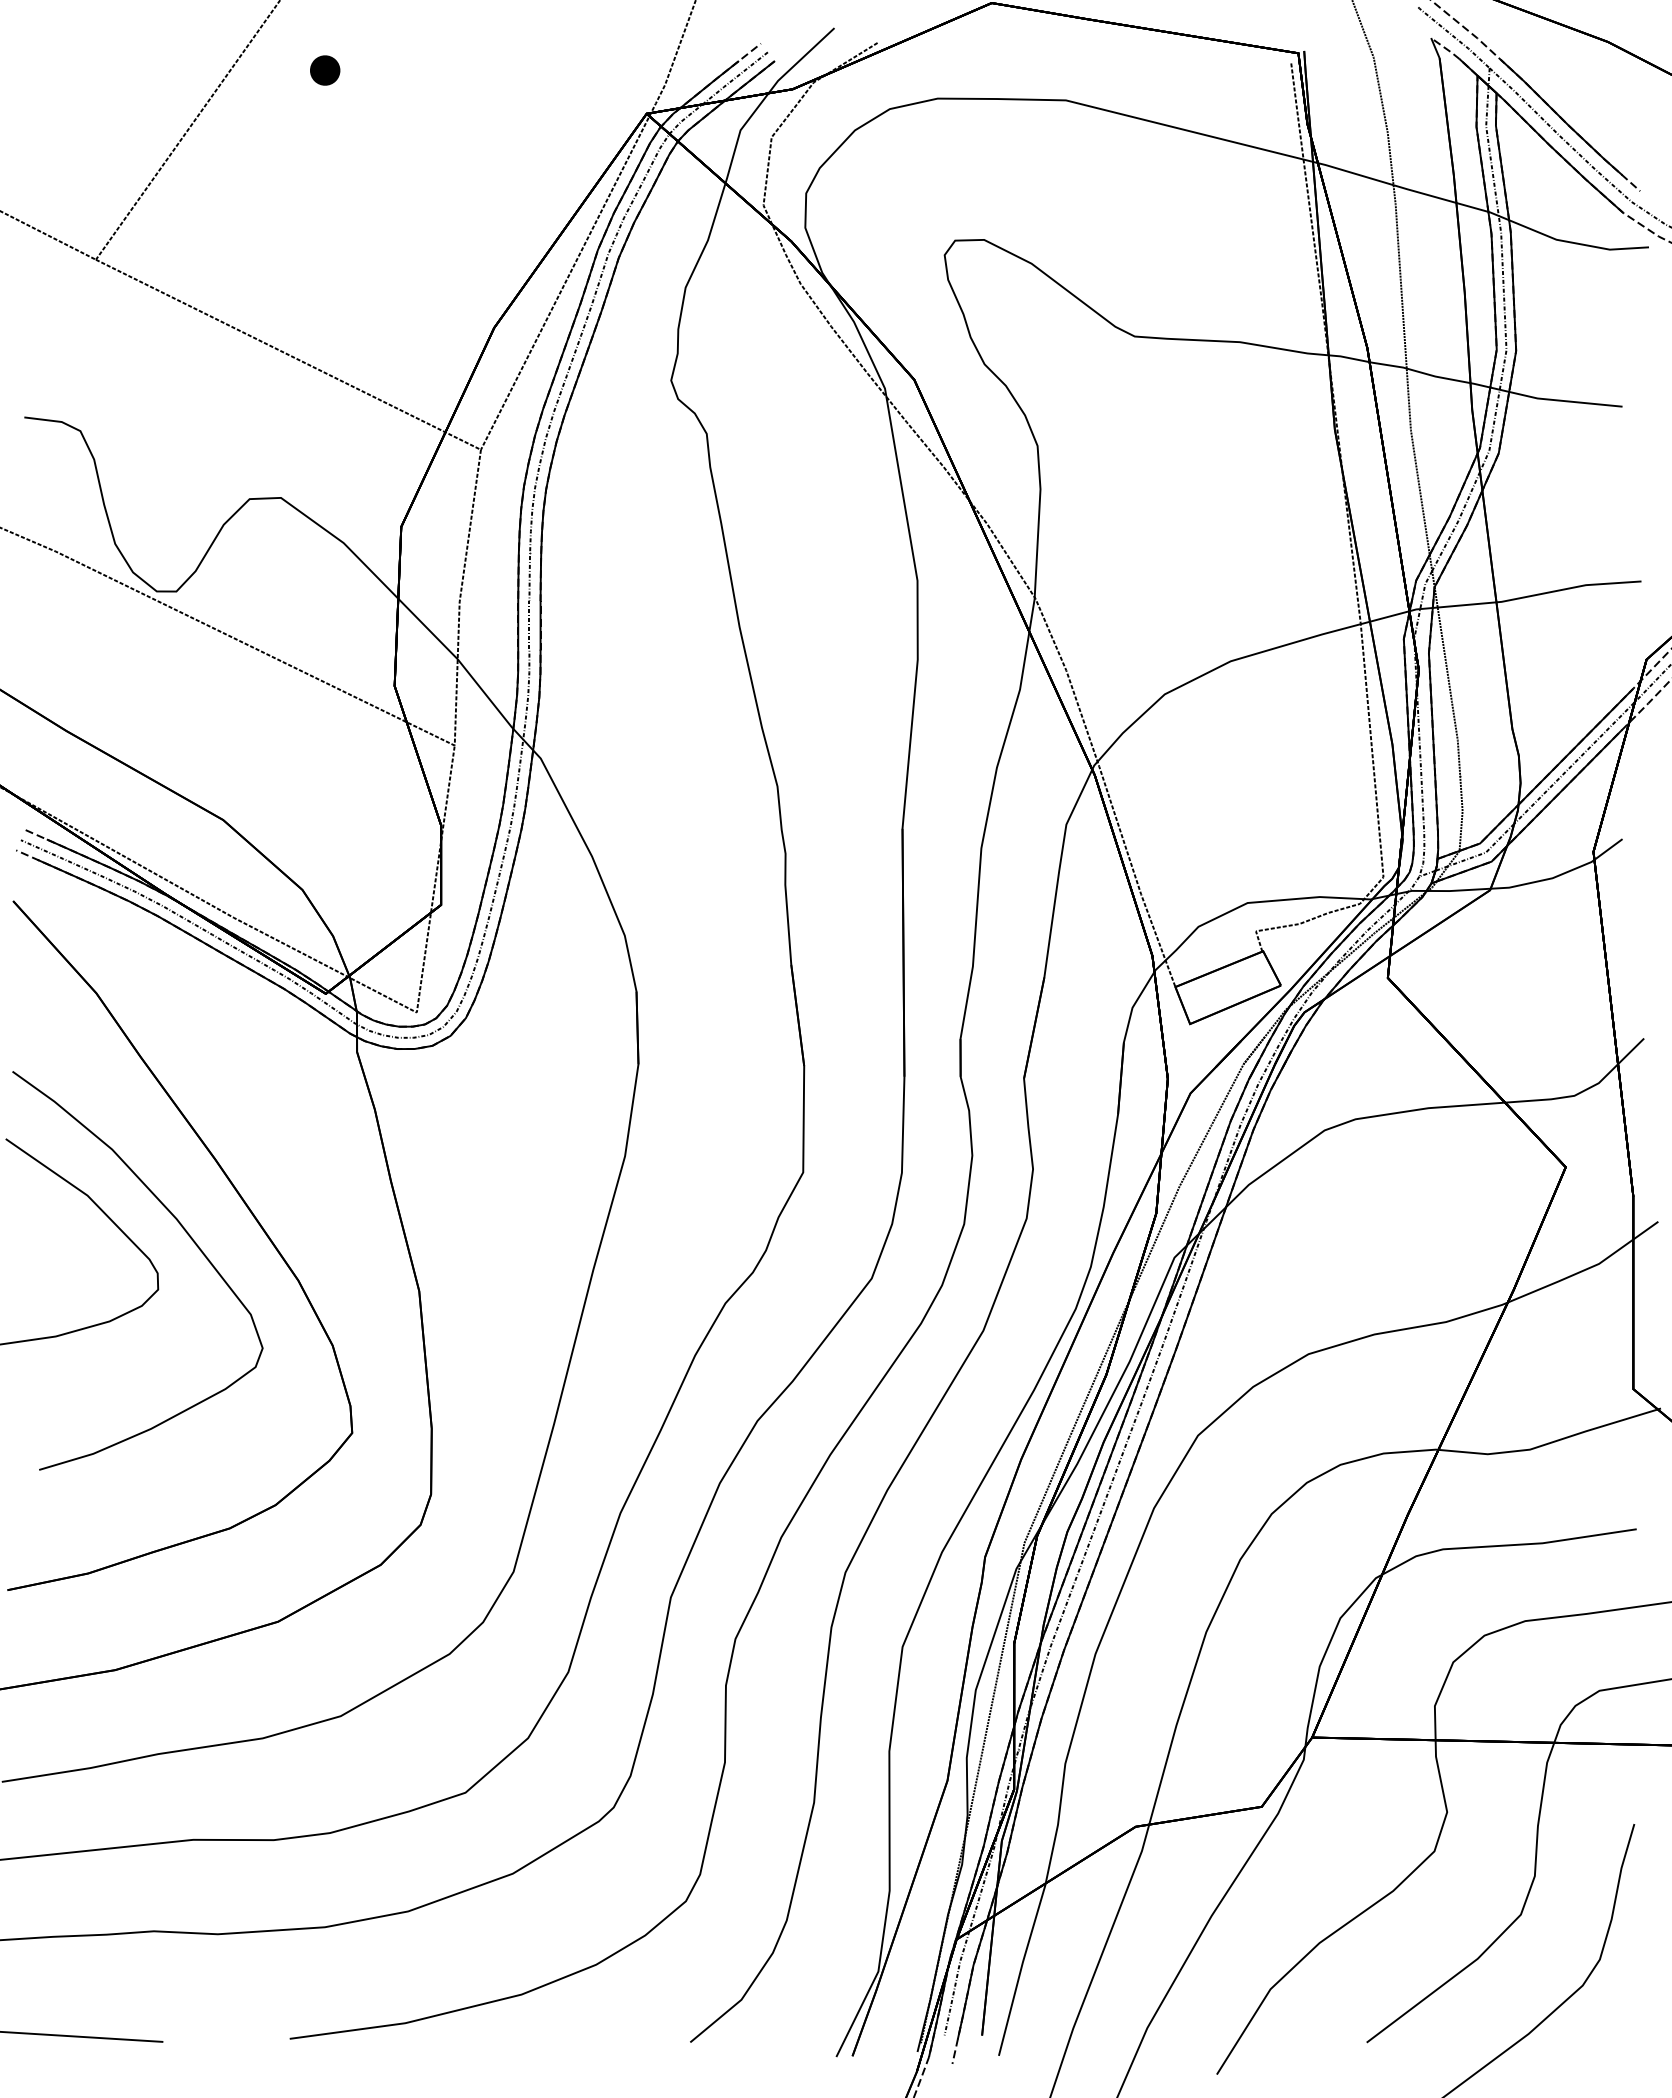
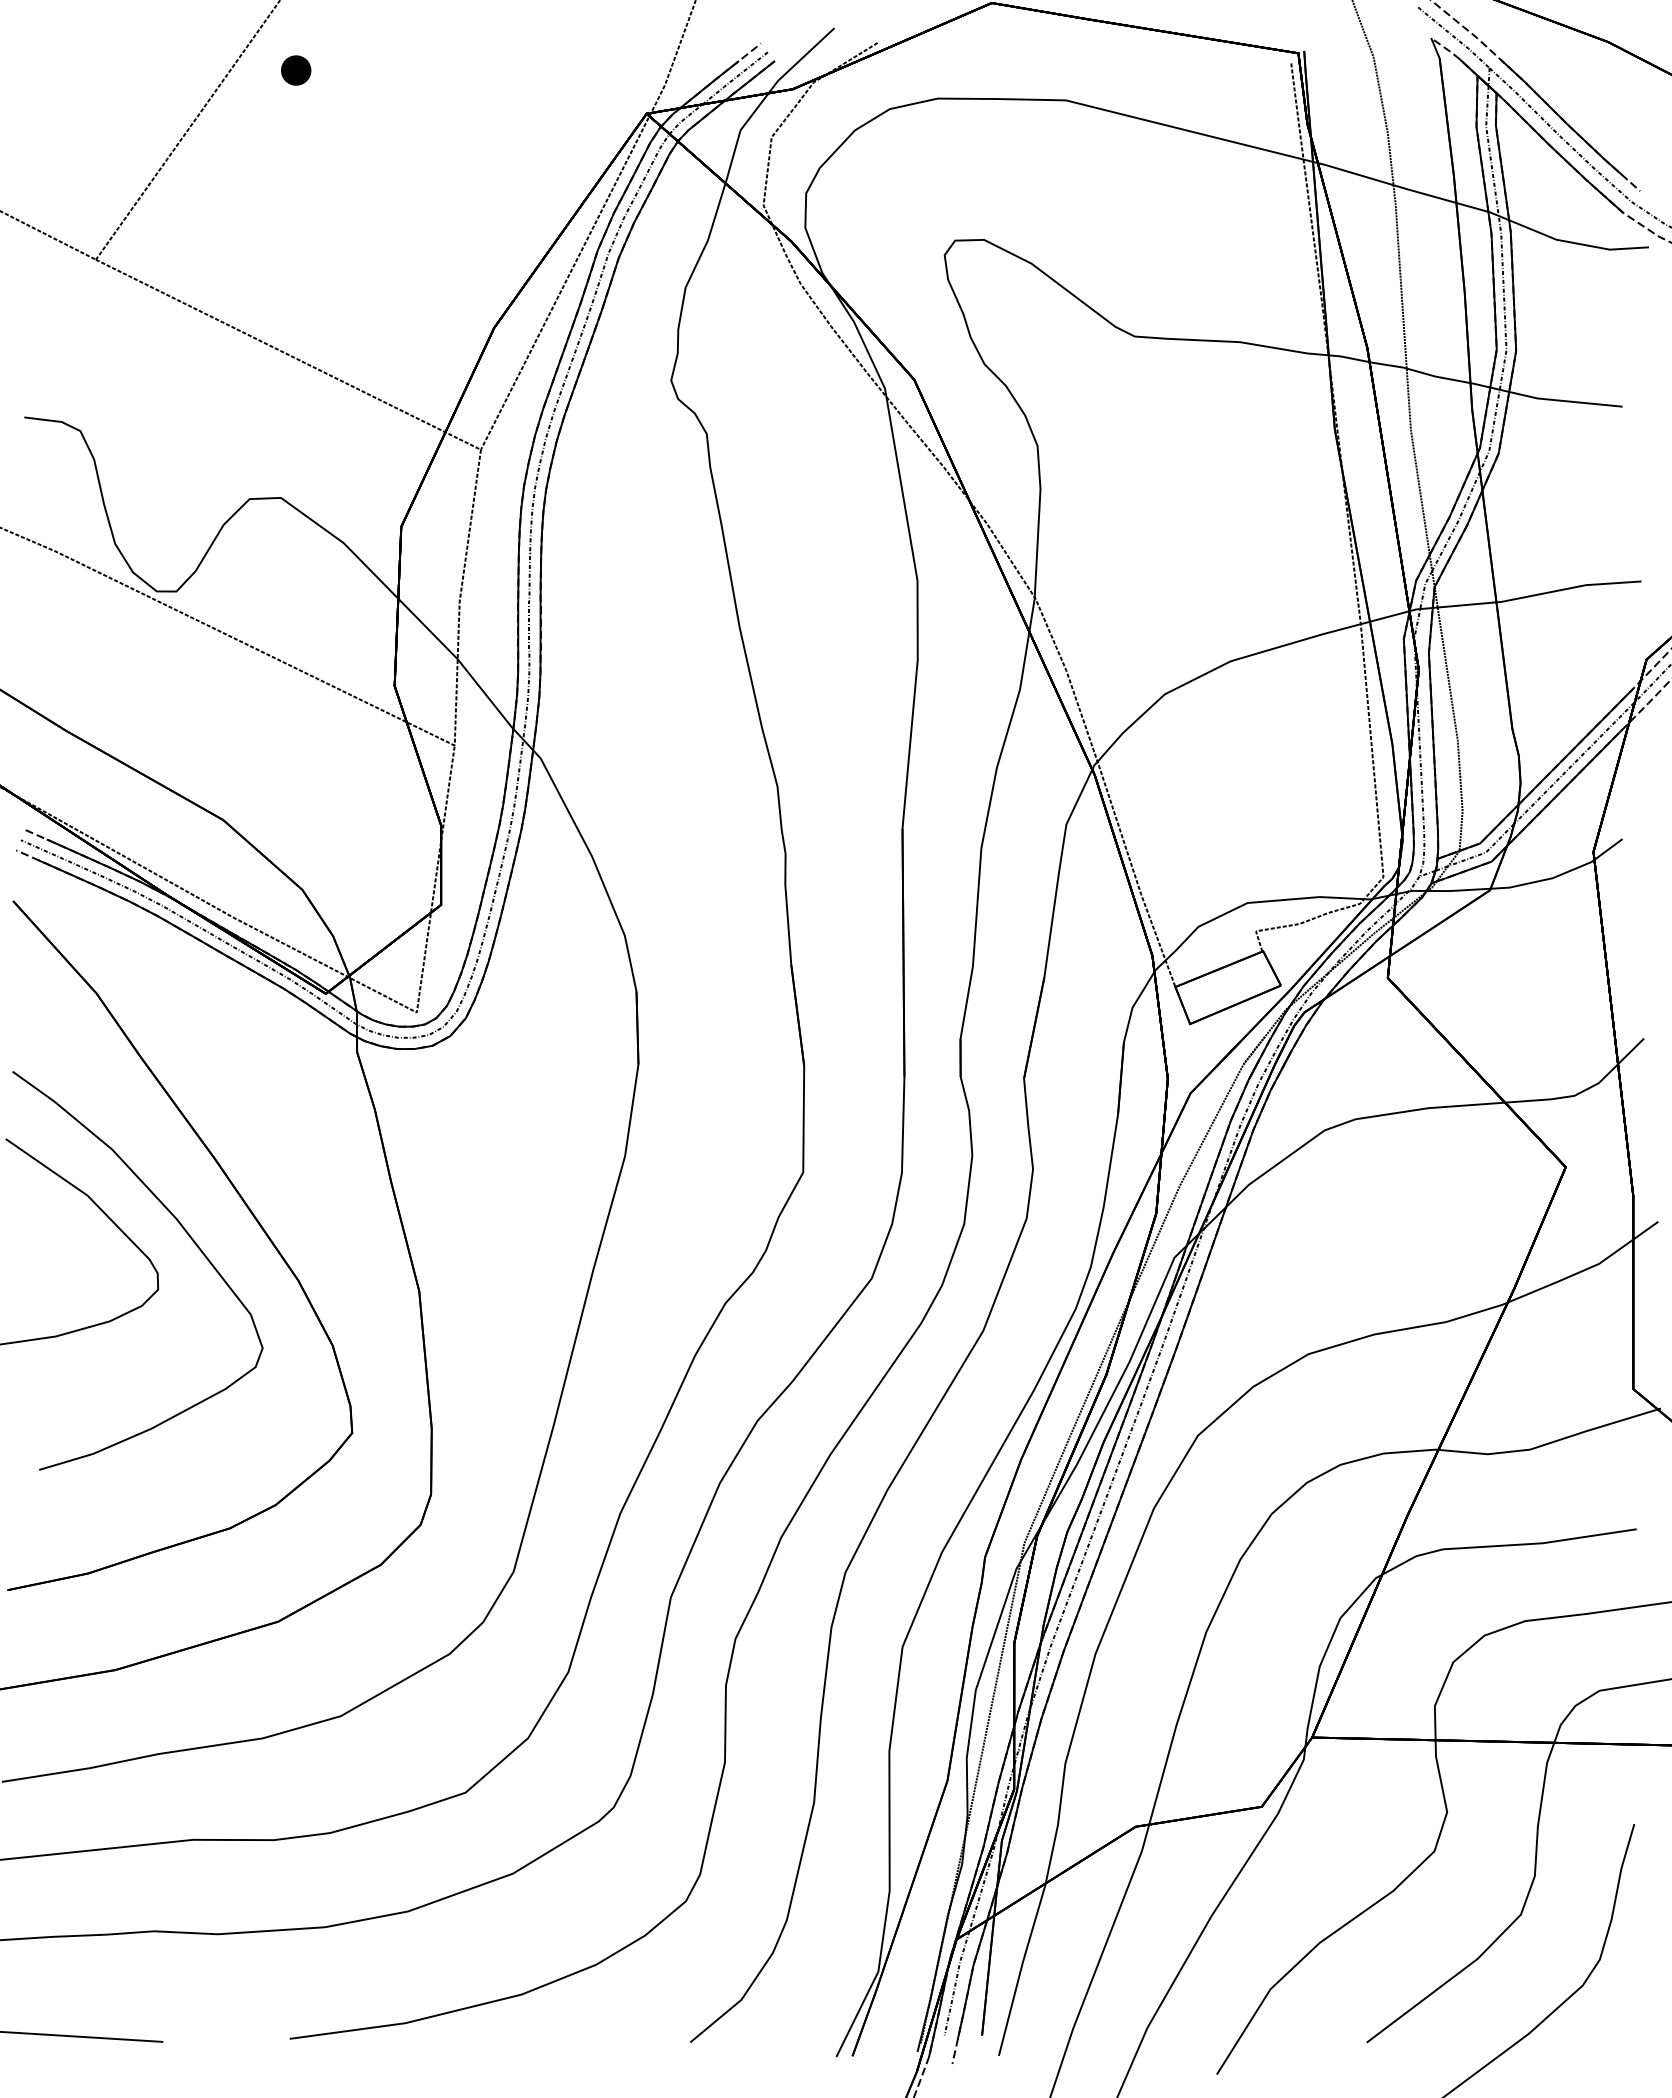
part at (325, 70) position: (325, 70) -> (296, 70)
